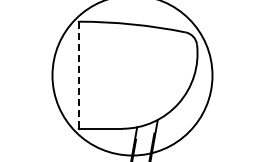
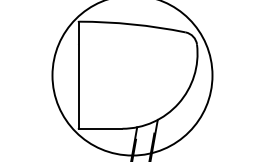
line at (78, 75): dashed -> solid
